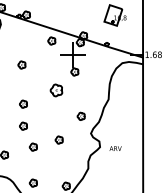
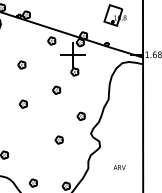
part at (56, 90) size: 15x15 px -> 10x10 px
part at (23, 125): present -> none
part at (32, 146): present -> none
text at (115, 148) position: (115, 148) -> (119, 167)
